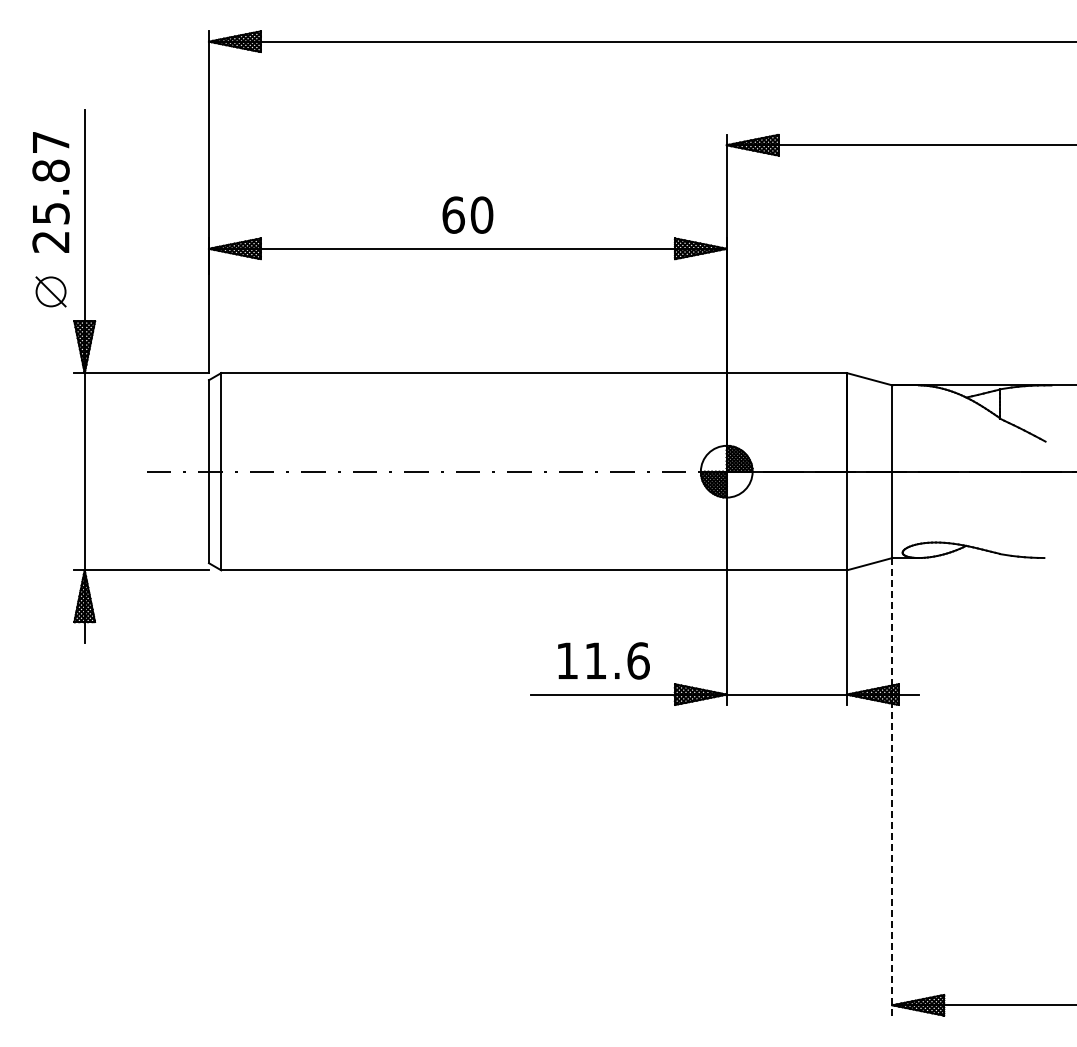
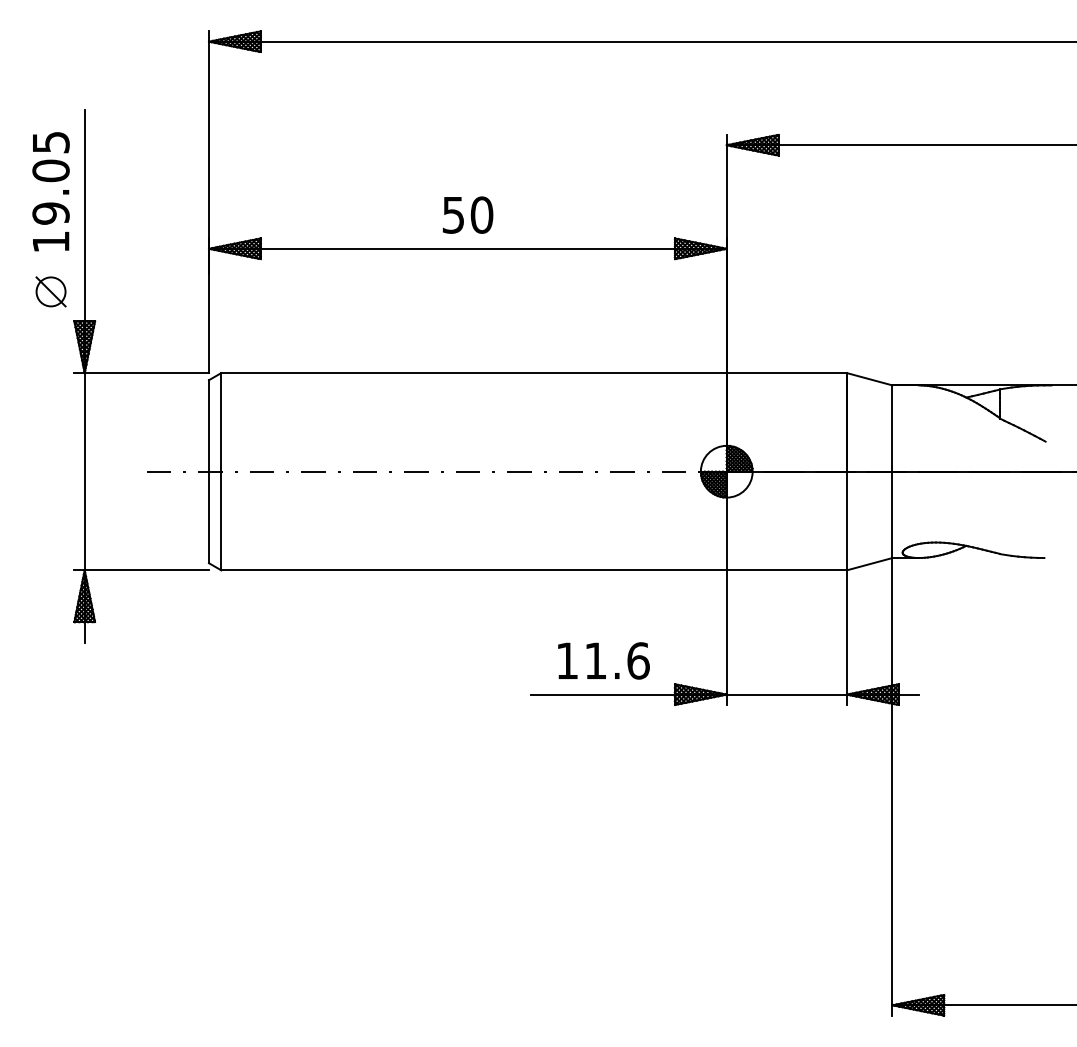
text at (50, 192): 25.87 -> 19.05
text at (453, 214): 60 -> 50
line at (892, 786): dashed -> solid
